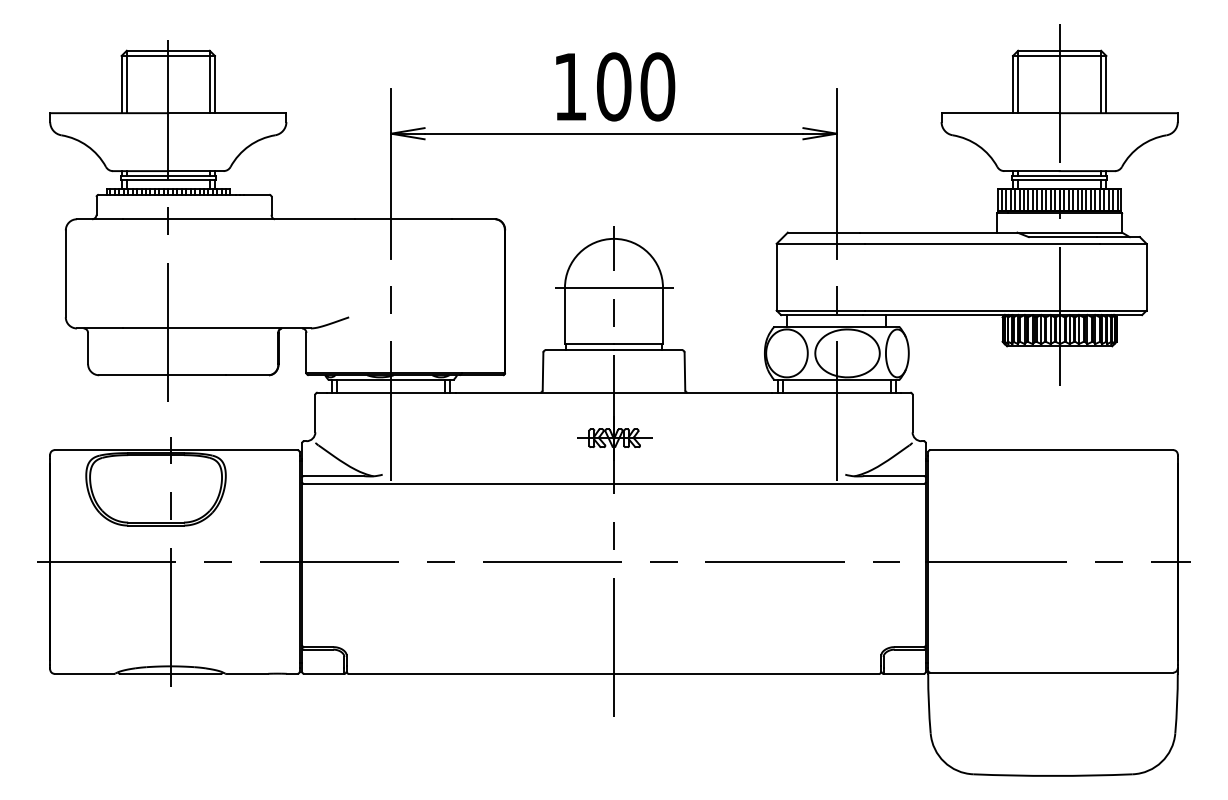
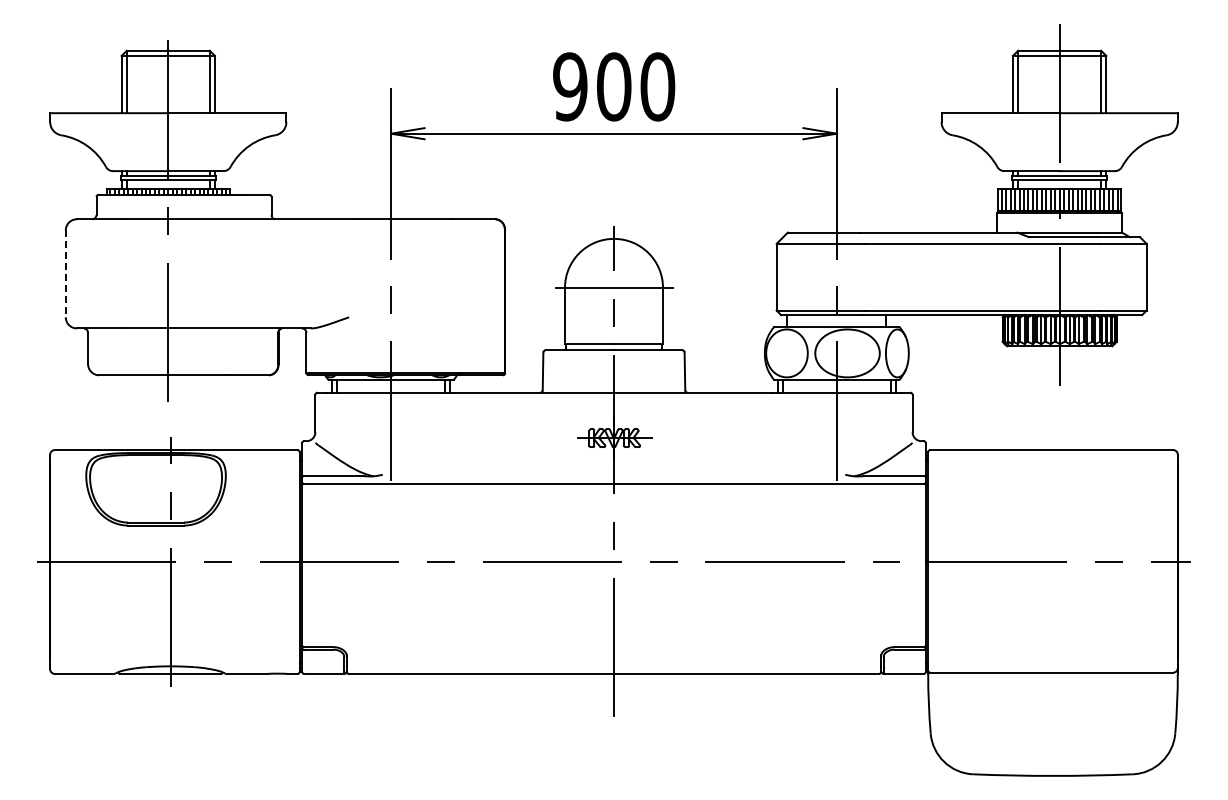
text at (570, 86): 100 -> 900
line at (65, 274): solid -> dashed
